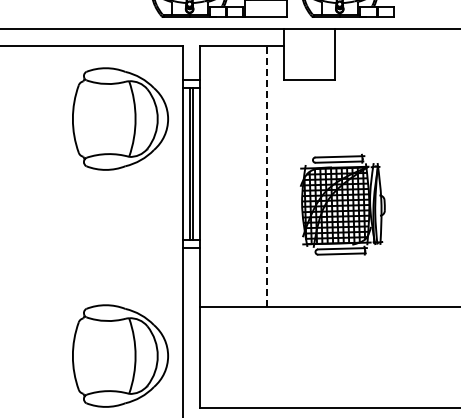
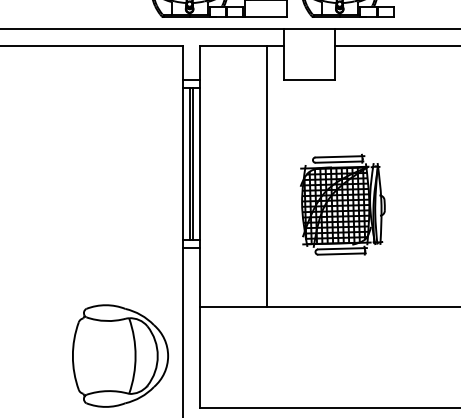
line at (395, 46): none -> present
part at (120, 118): present -> none
line at (267, 176): dashed -> solid
